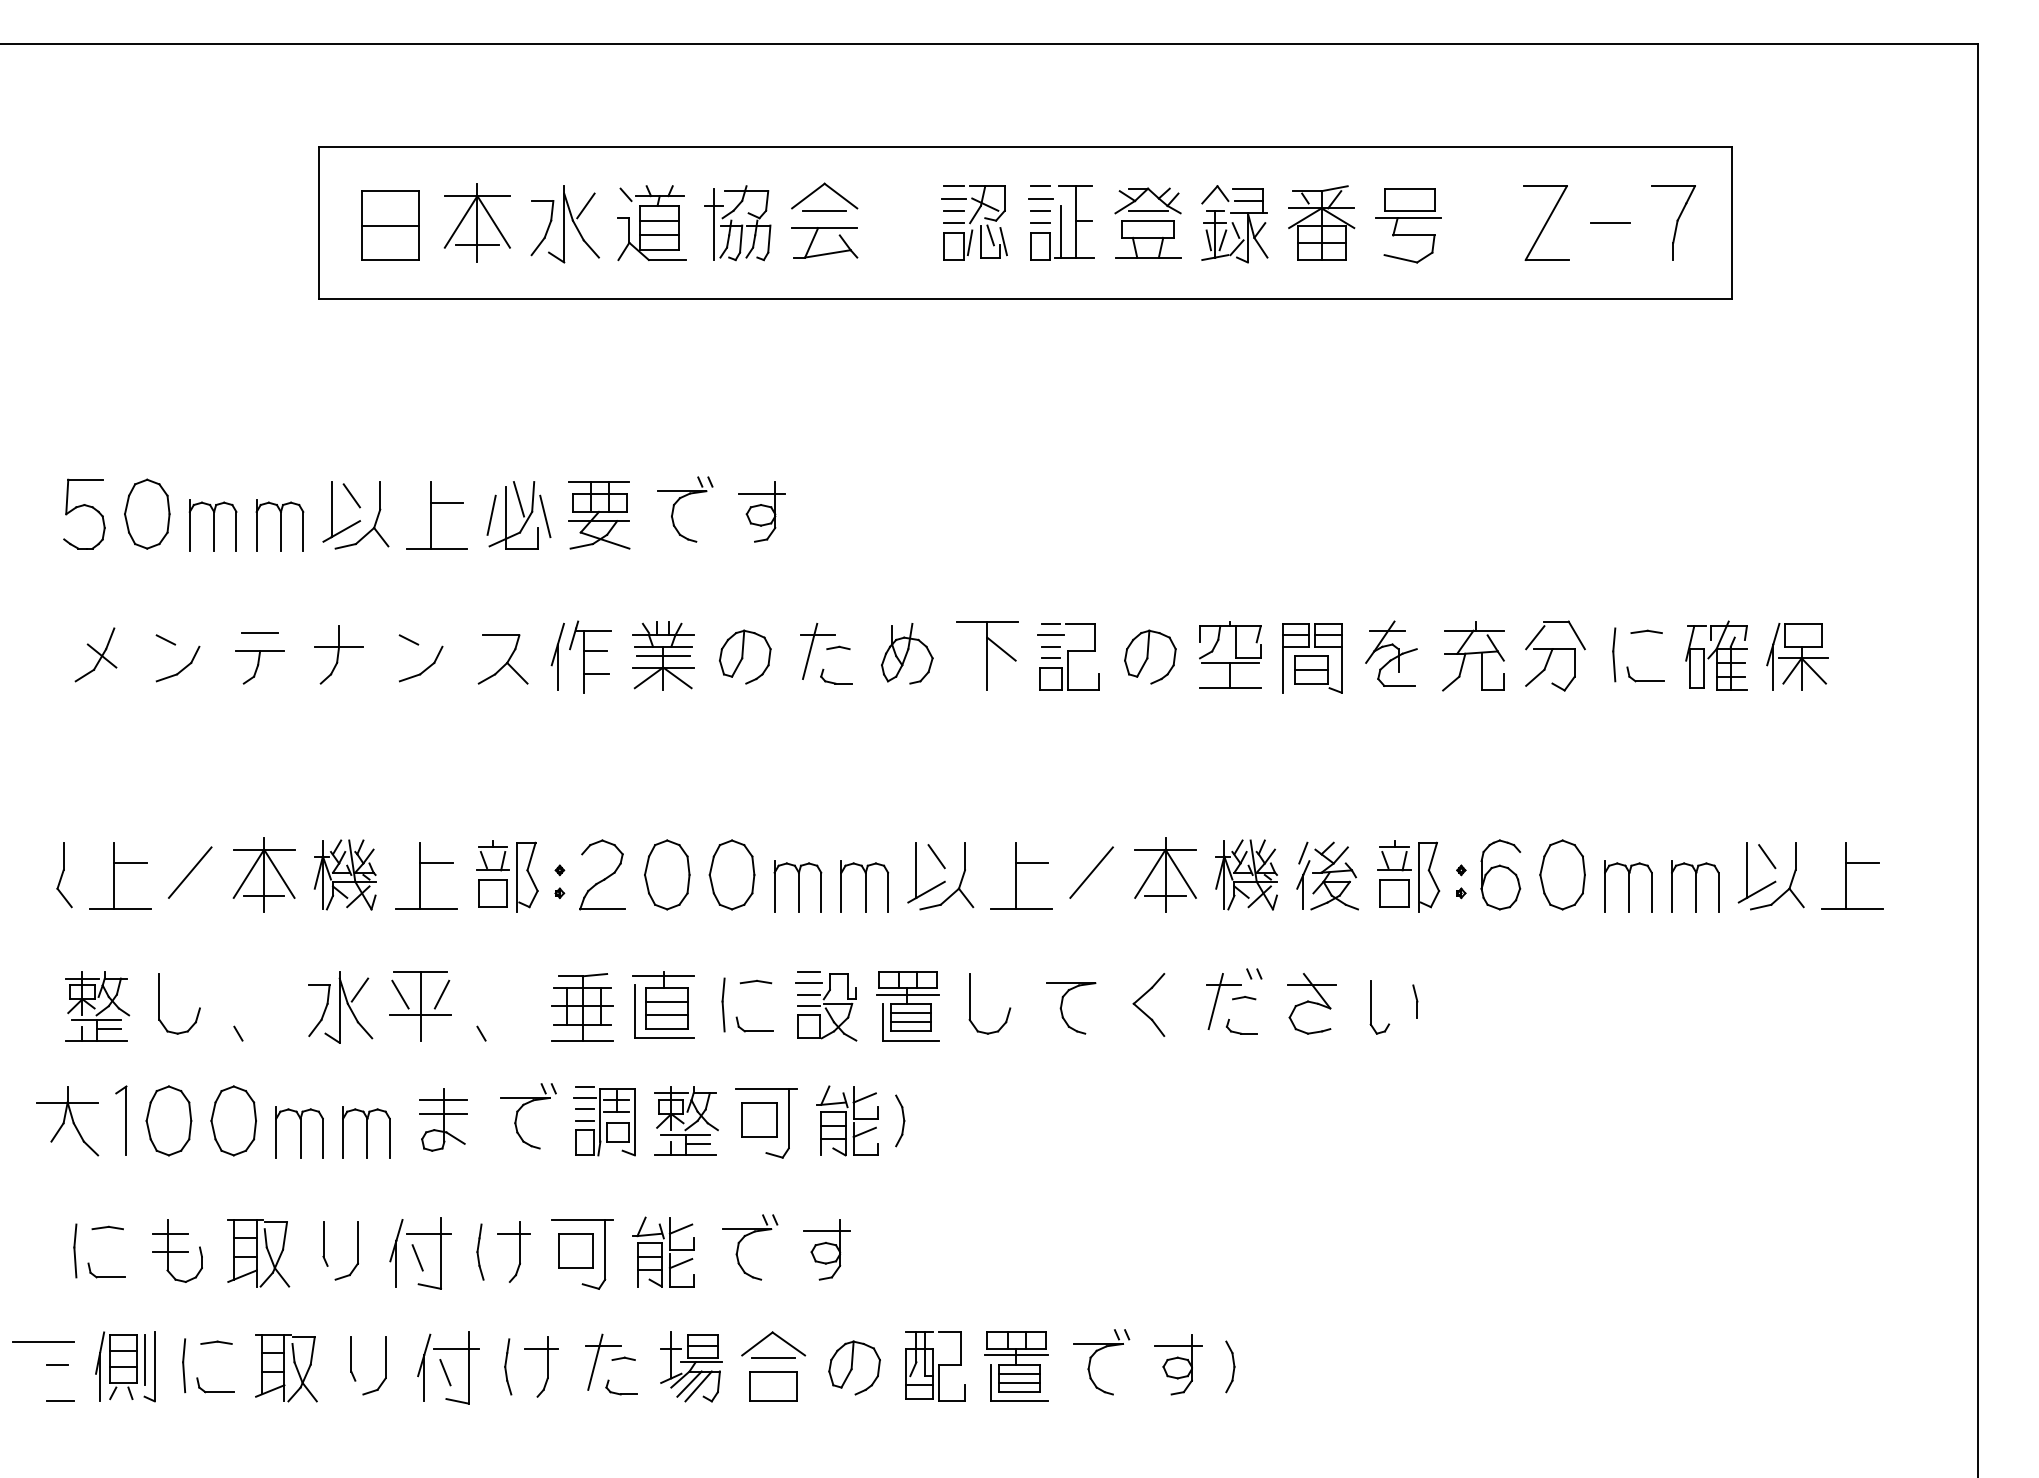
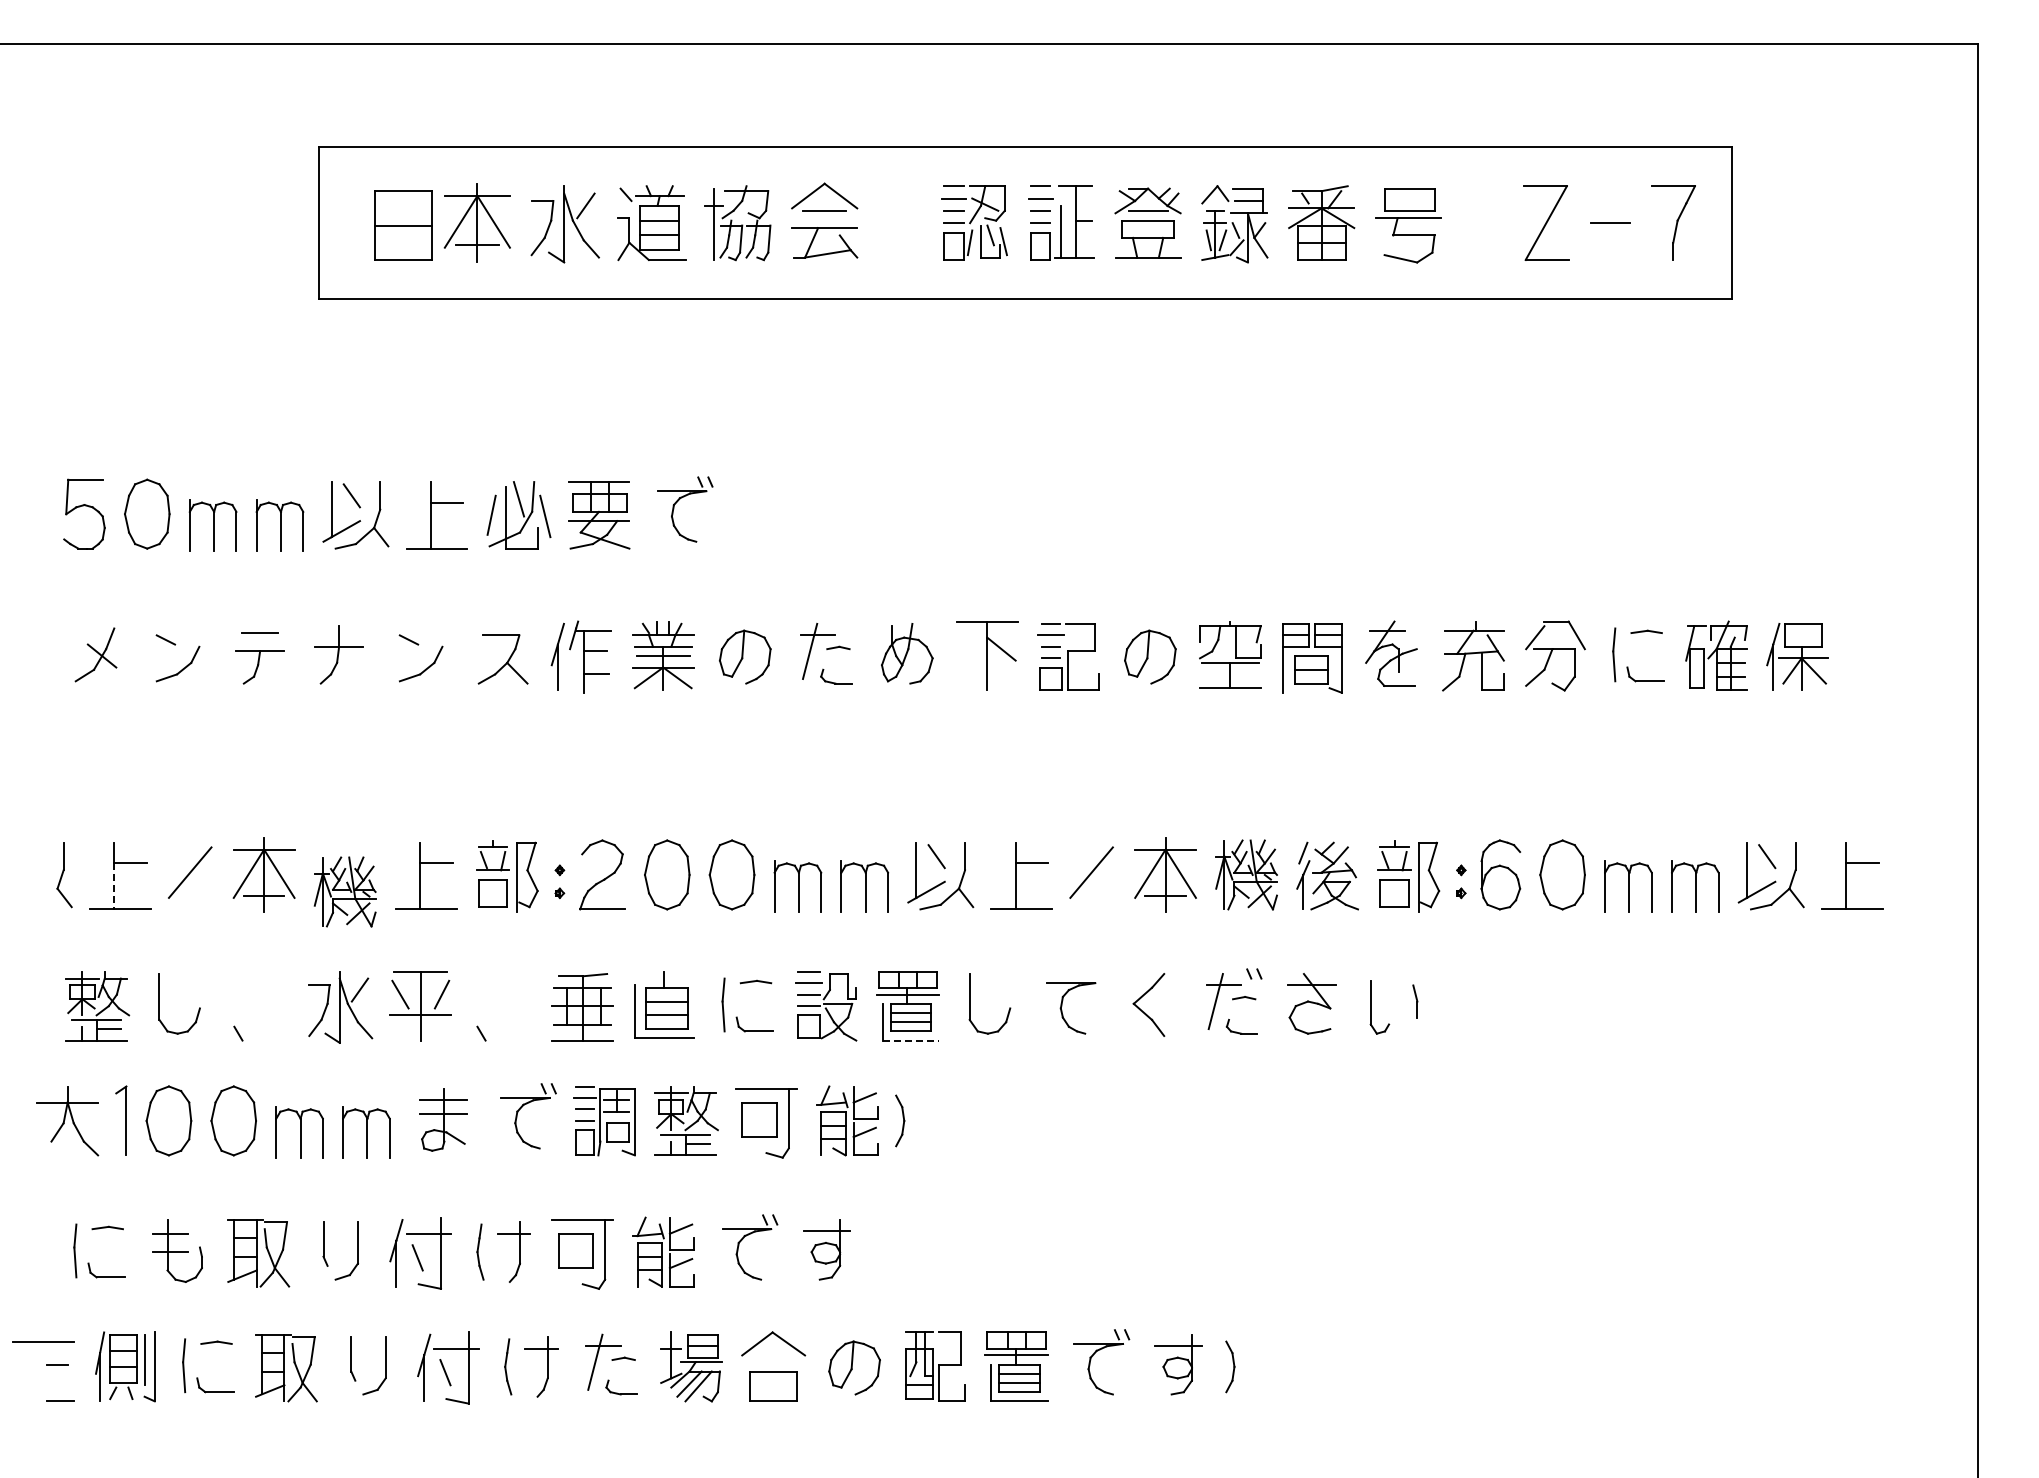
part at (390, 225) position: (390, 225) -> (403, 225)
part at (761, 511): present -> none
part at (344, 874) position: (344, 874) -> (344, 891)
line at (114, 886): solid -> dashed
line at (663, 976): present -> none
line at (911, 1040): solid -> dashed
line at (773, 1357): present -> none
